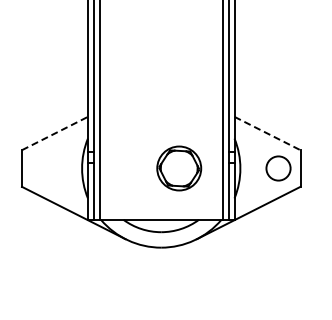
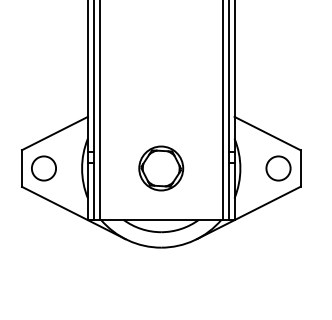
line at (54, 133): dashed -> solid
line at (267, 133): dashed -> solid
circle at (43, 168): none -> present
part at (179, 168) position: (179, 168) -> (161, 168)
